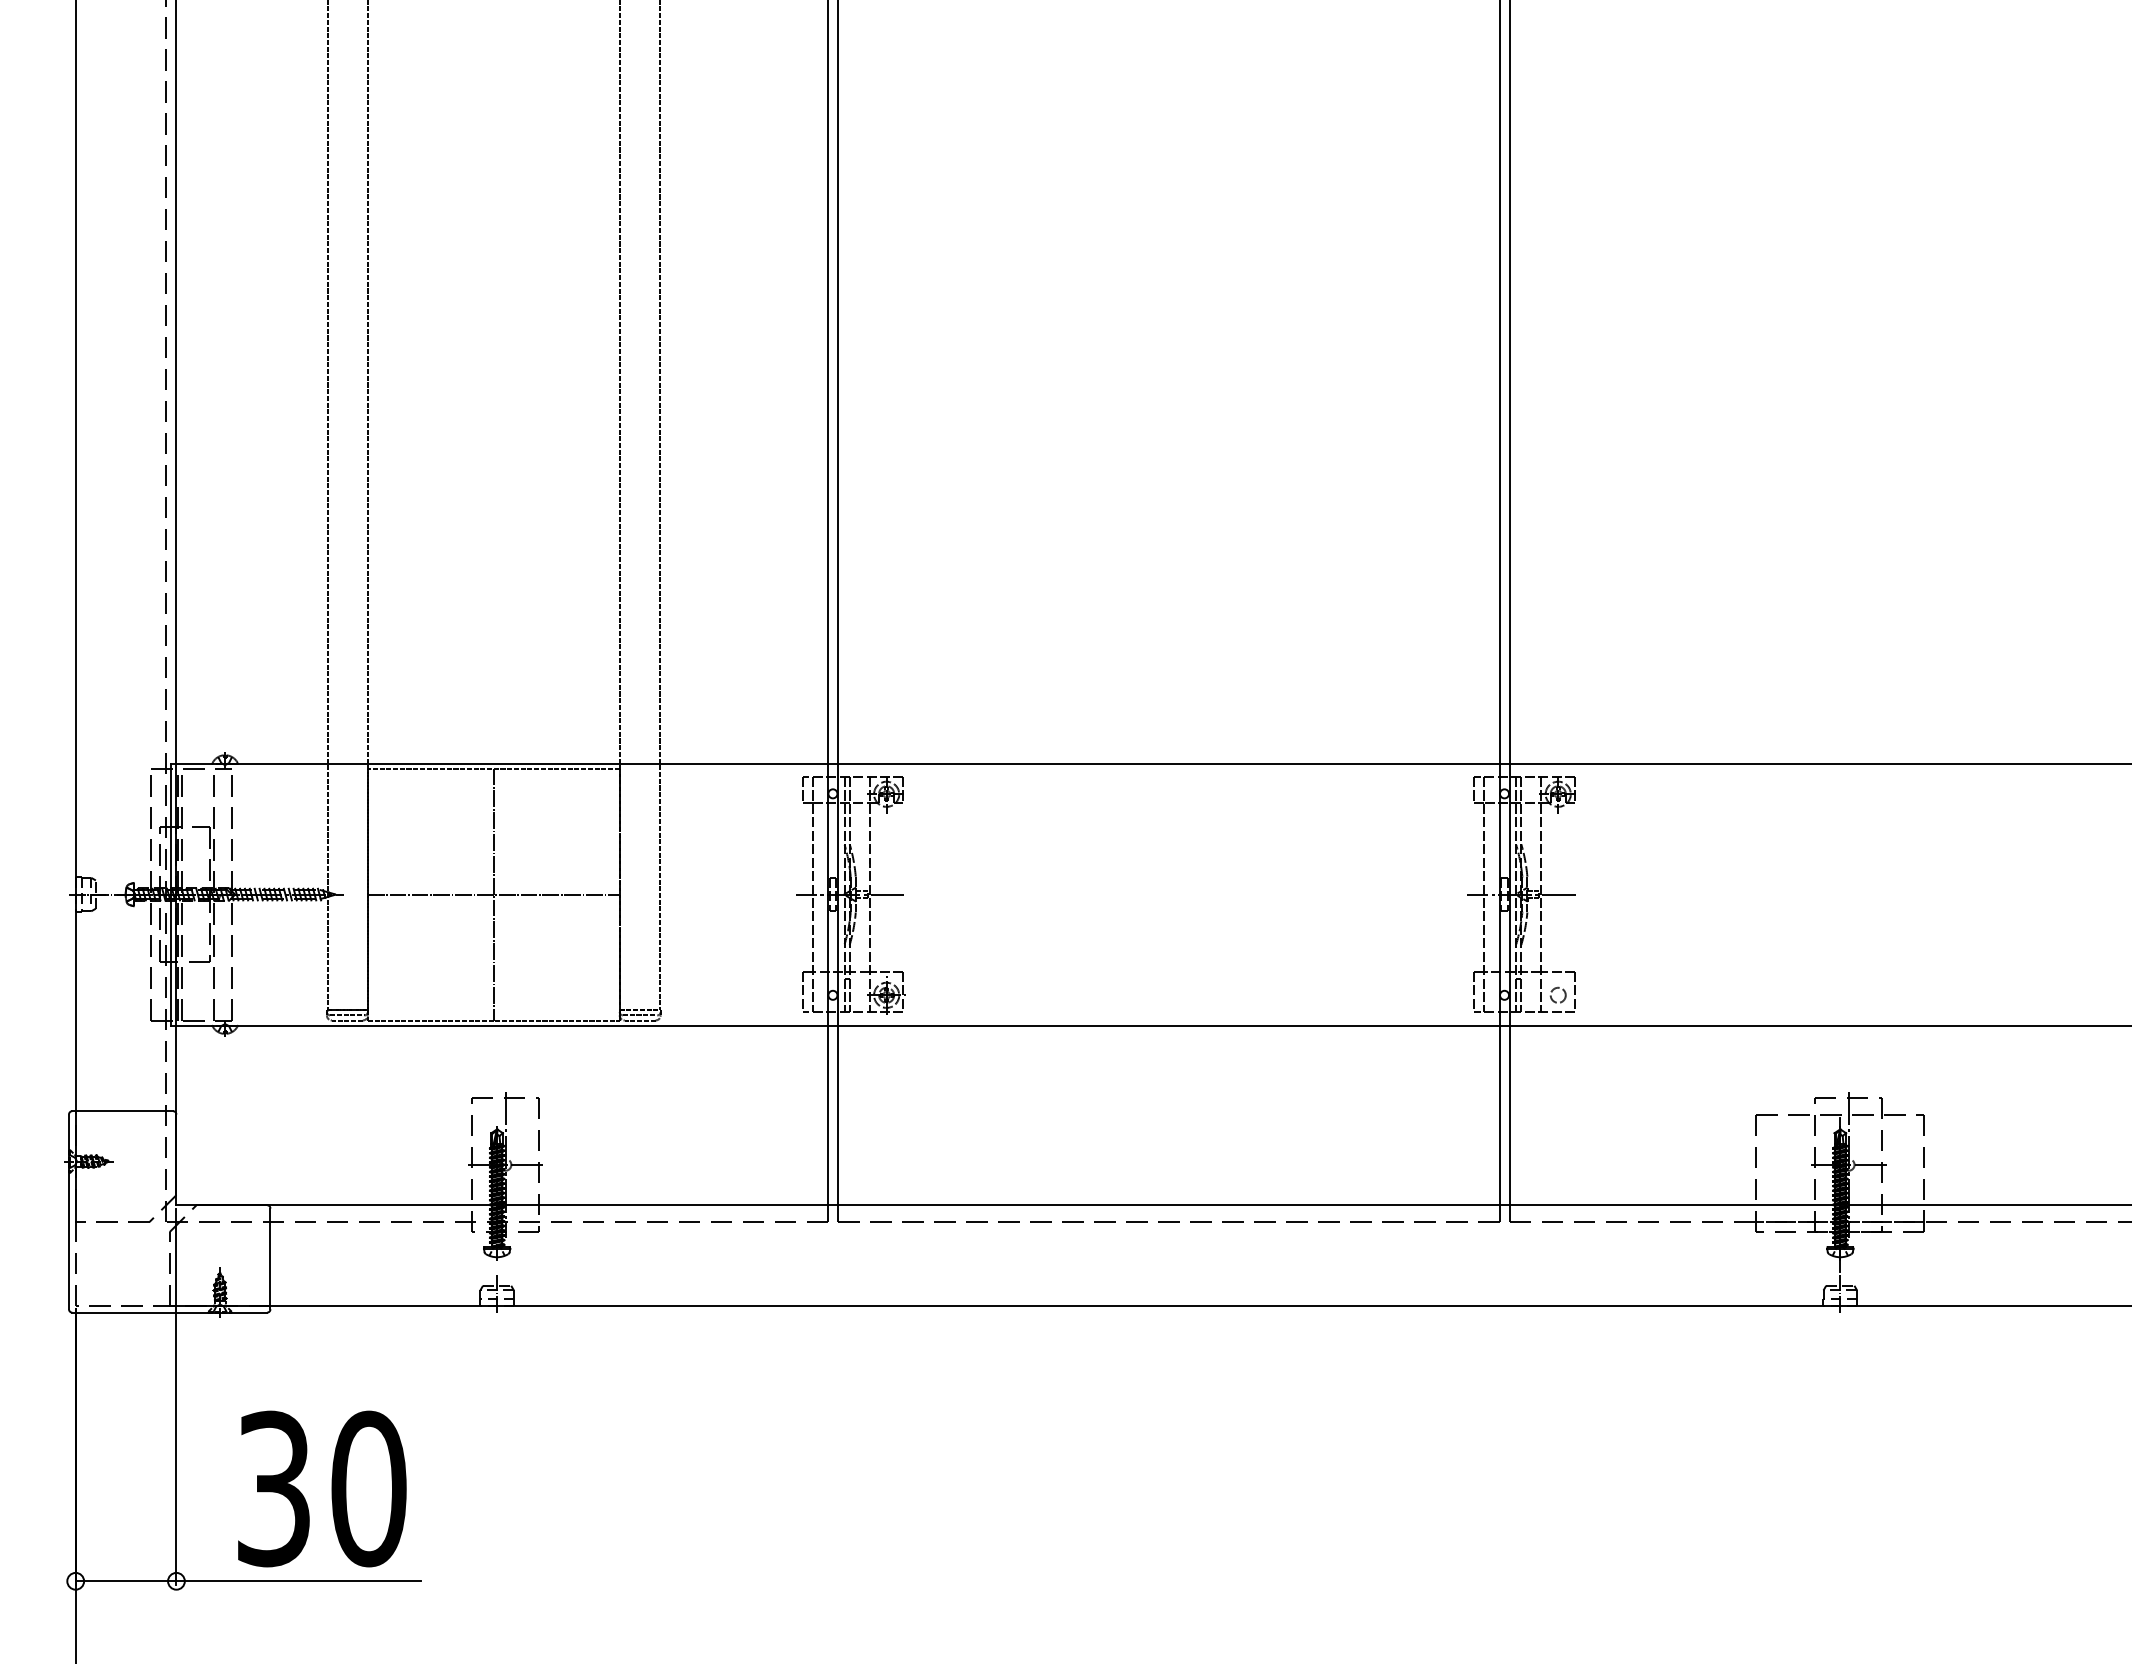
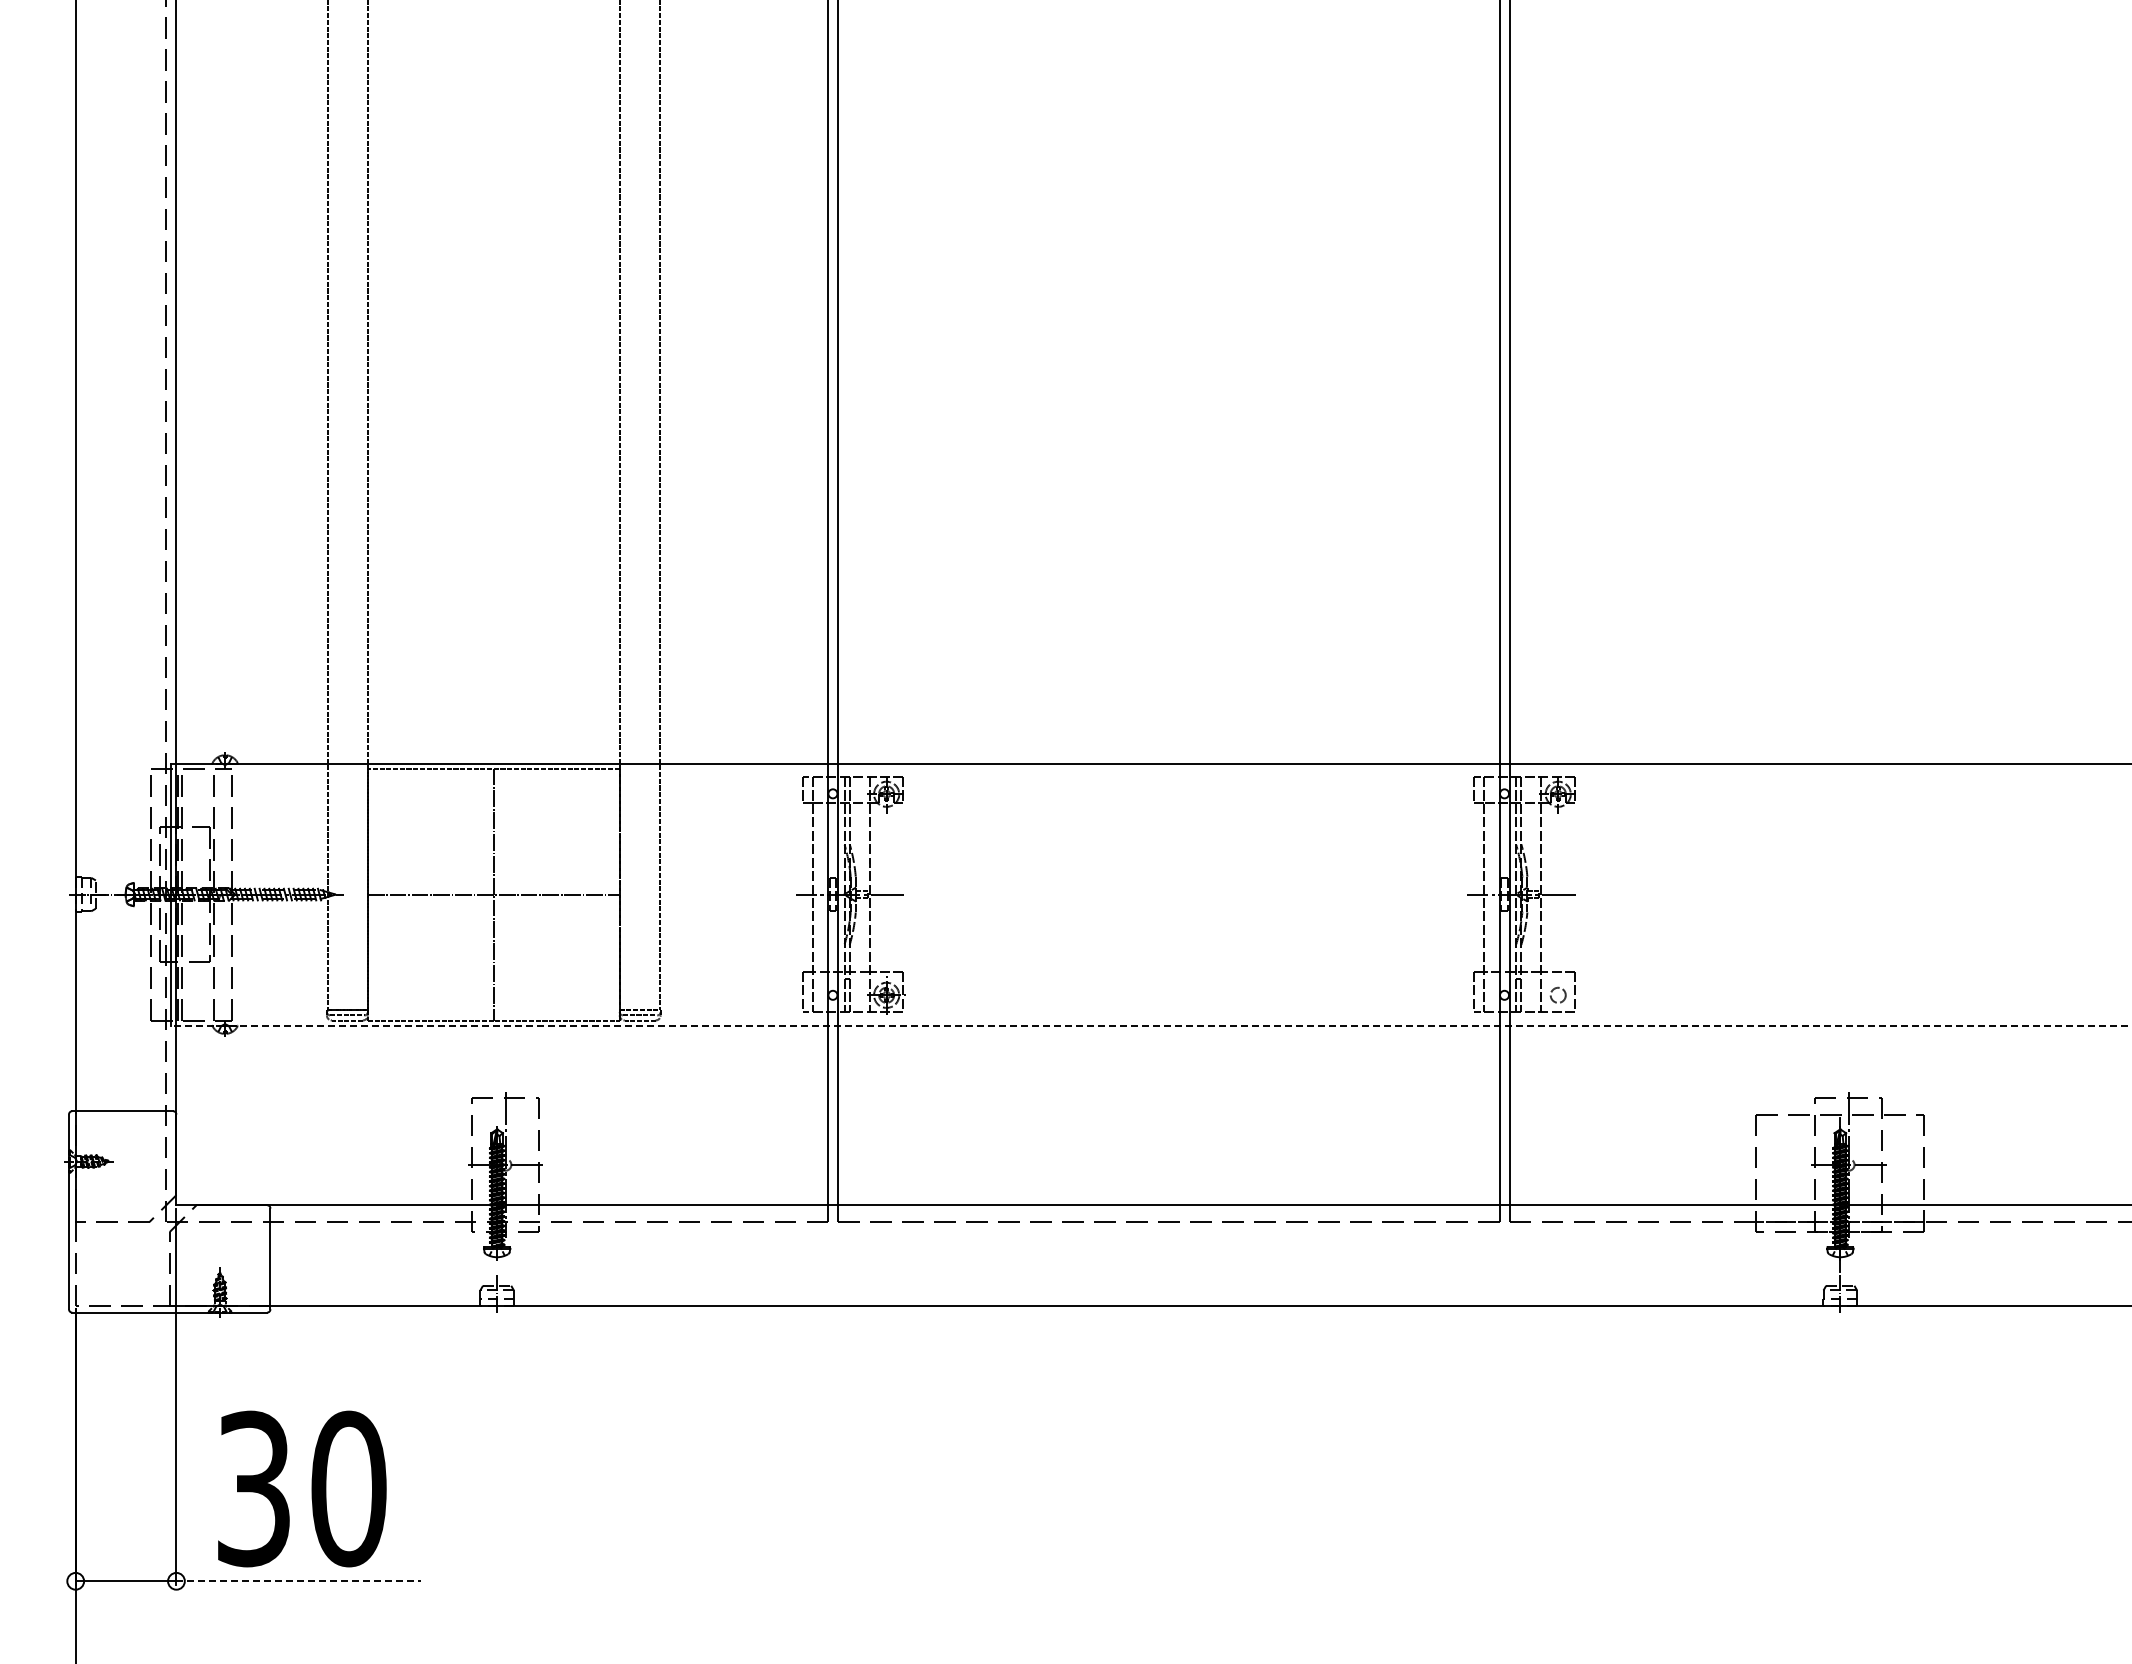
line at (1151, 1025): solid -> dashed
text at (322, 1488) position: (322, 1488) -> (302, 1488)
line at (299, 1581): solid -> dashed
